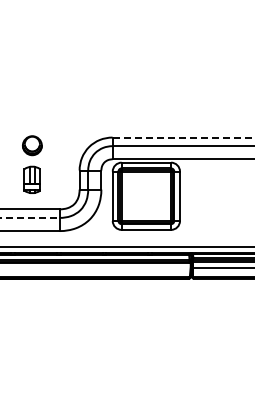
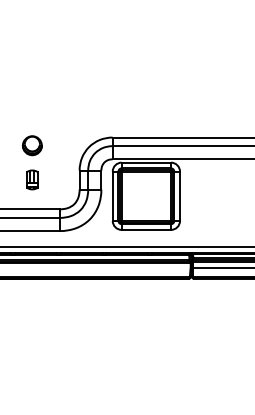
line at (183, 137): dashed -> solid
part at (31, 179) size: 18x29 px -> 13x22 px
line at (30, 217): dashed -> solid
